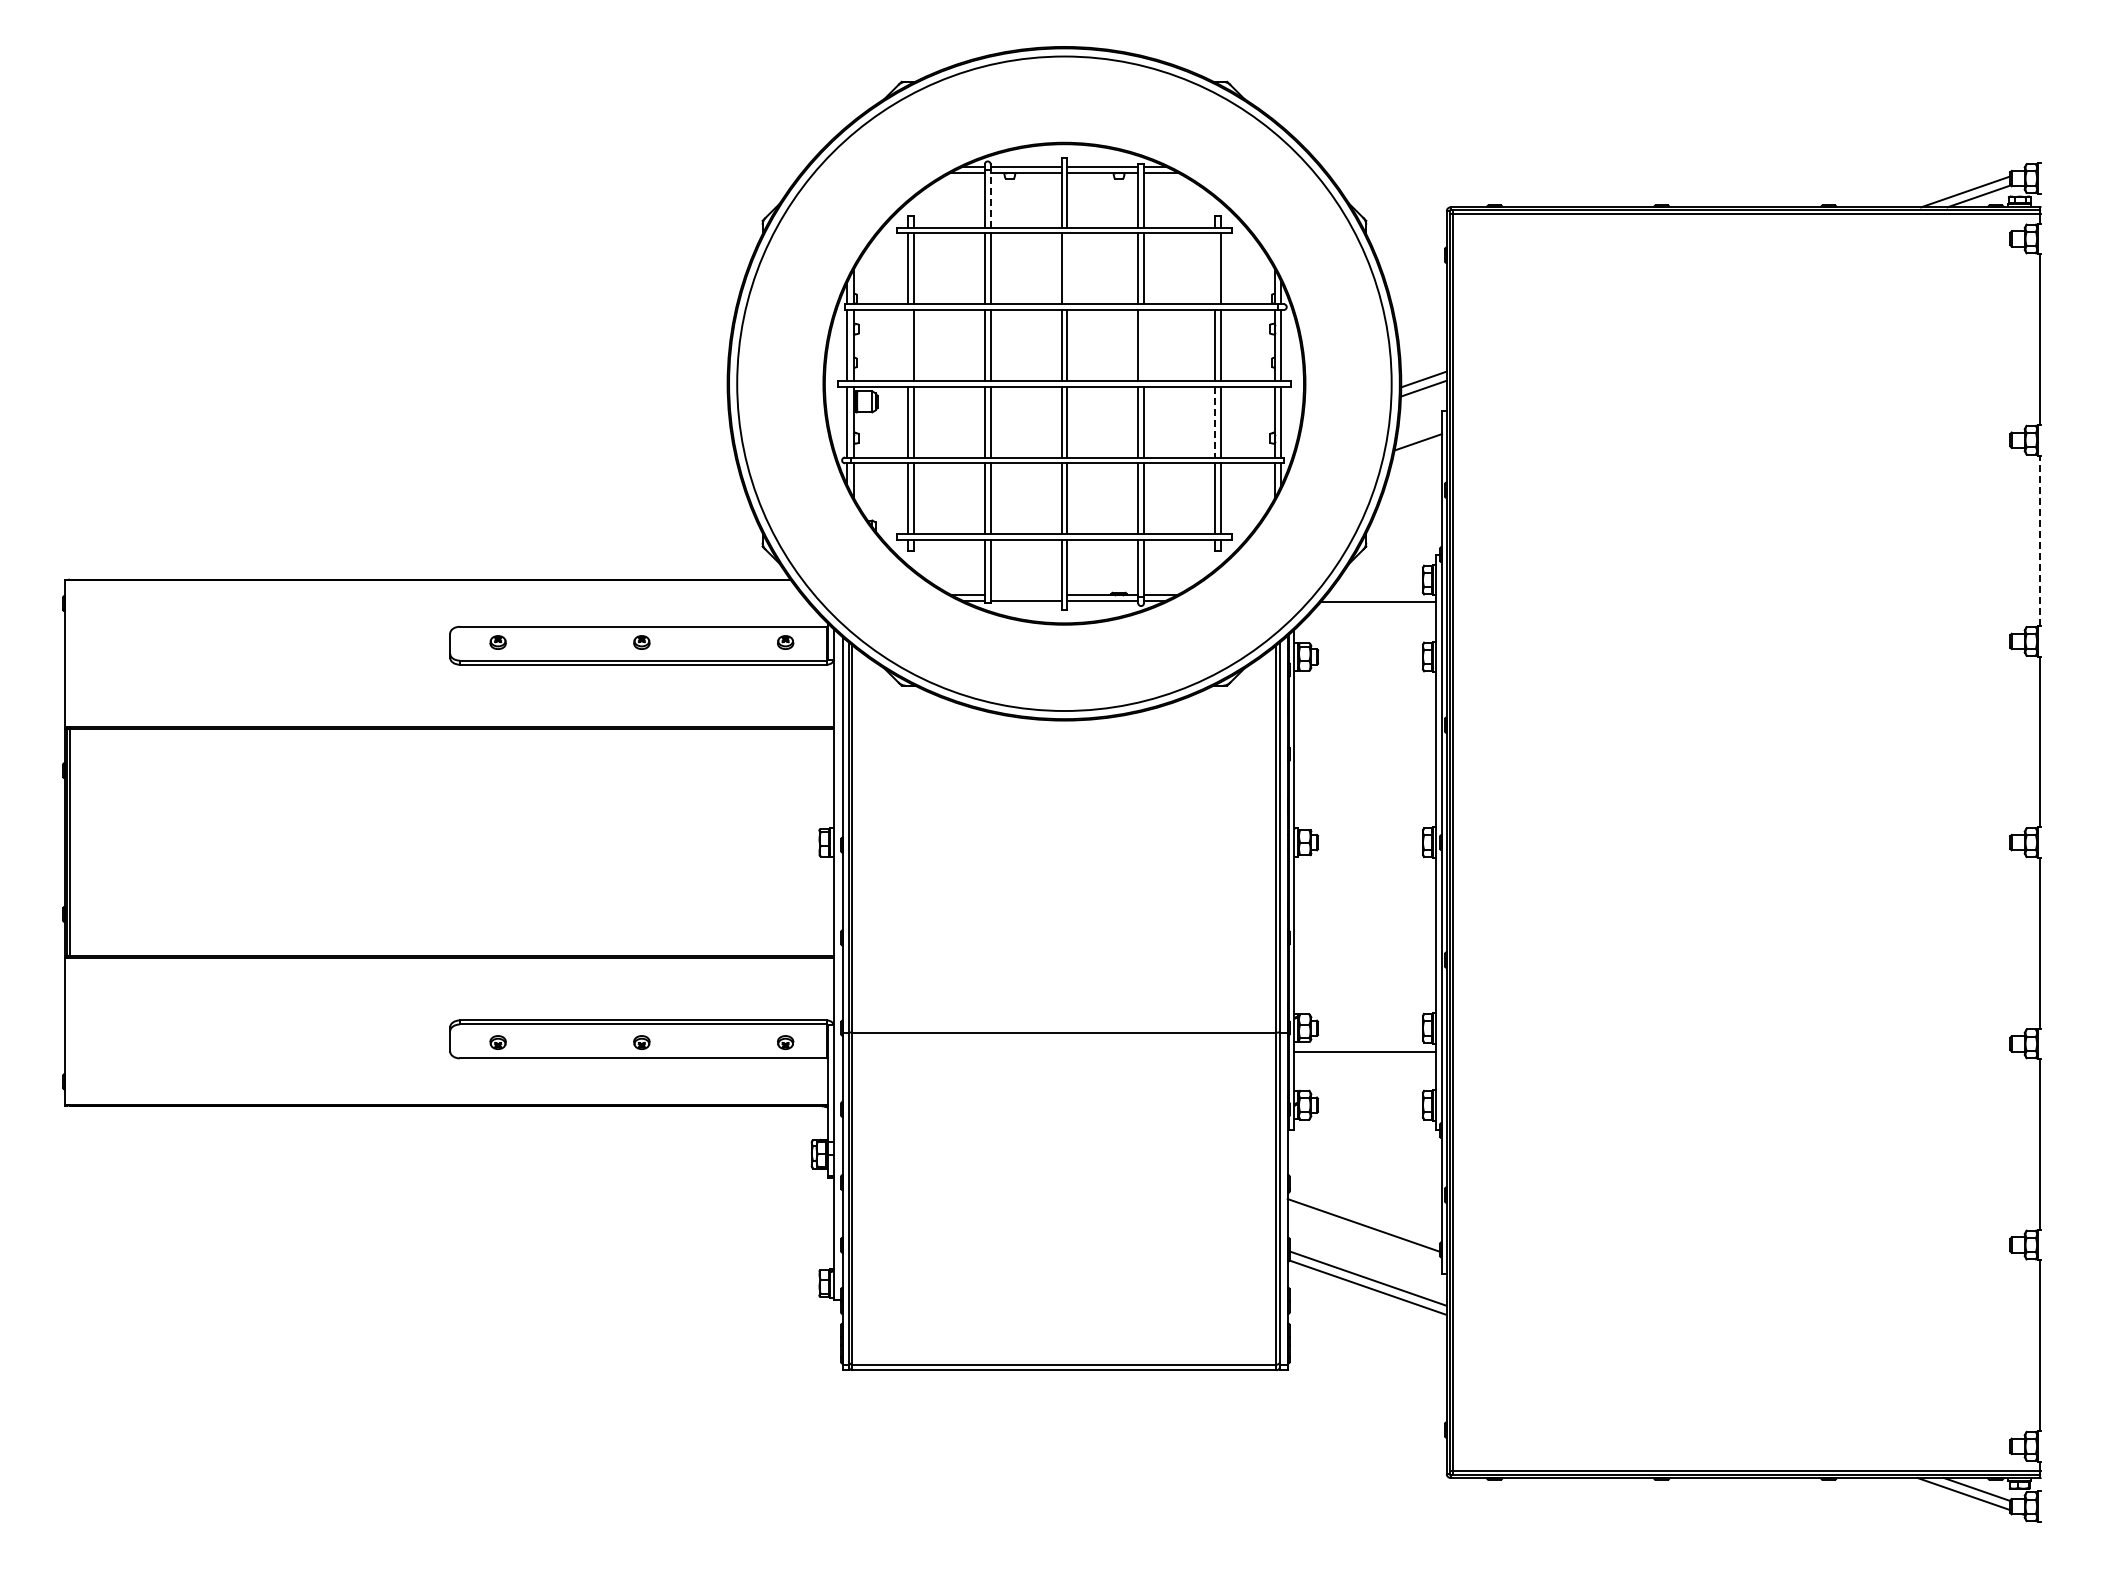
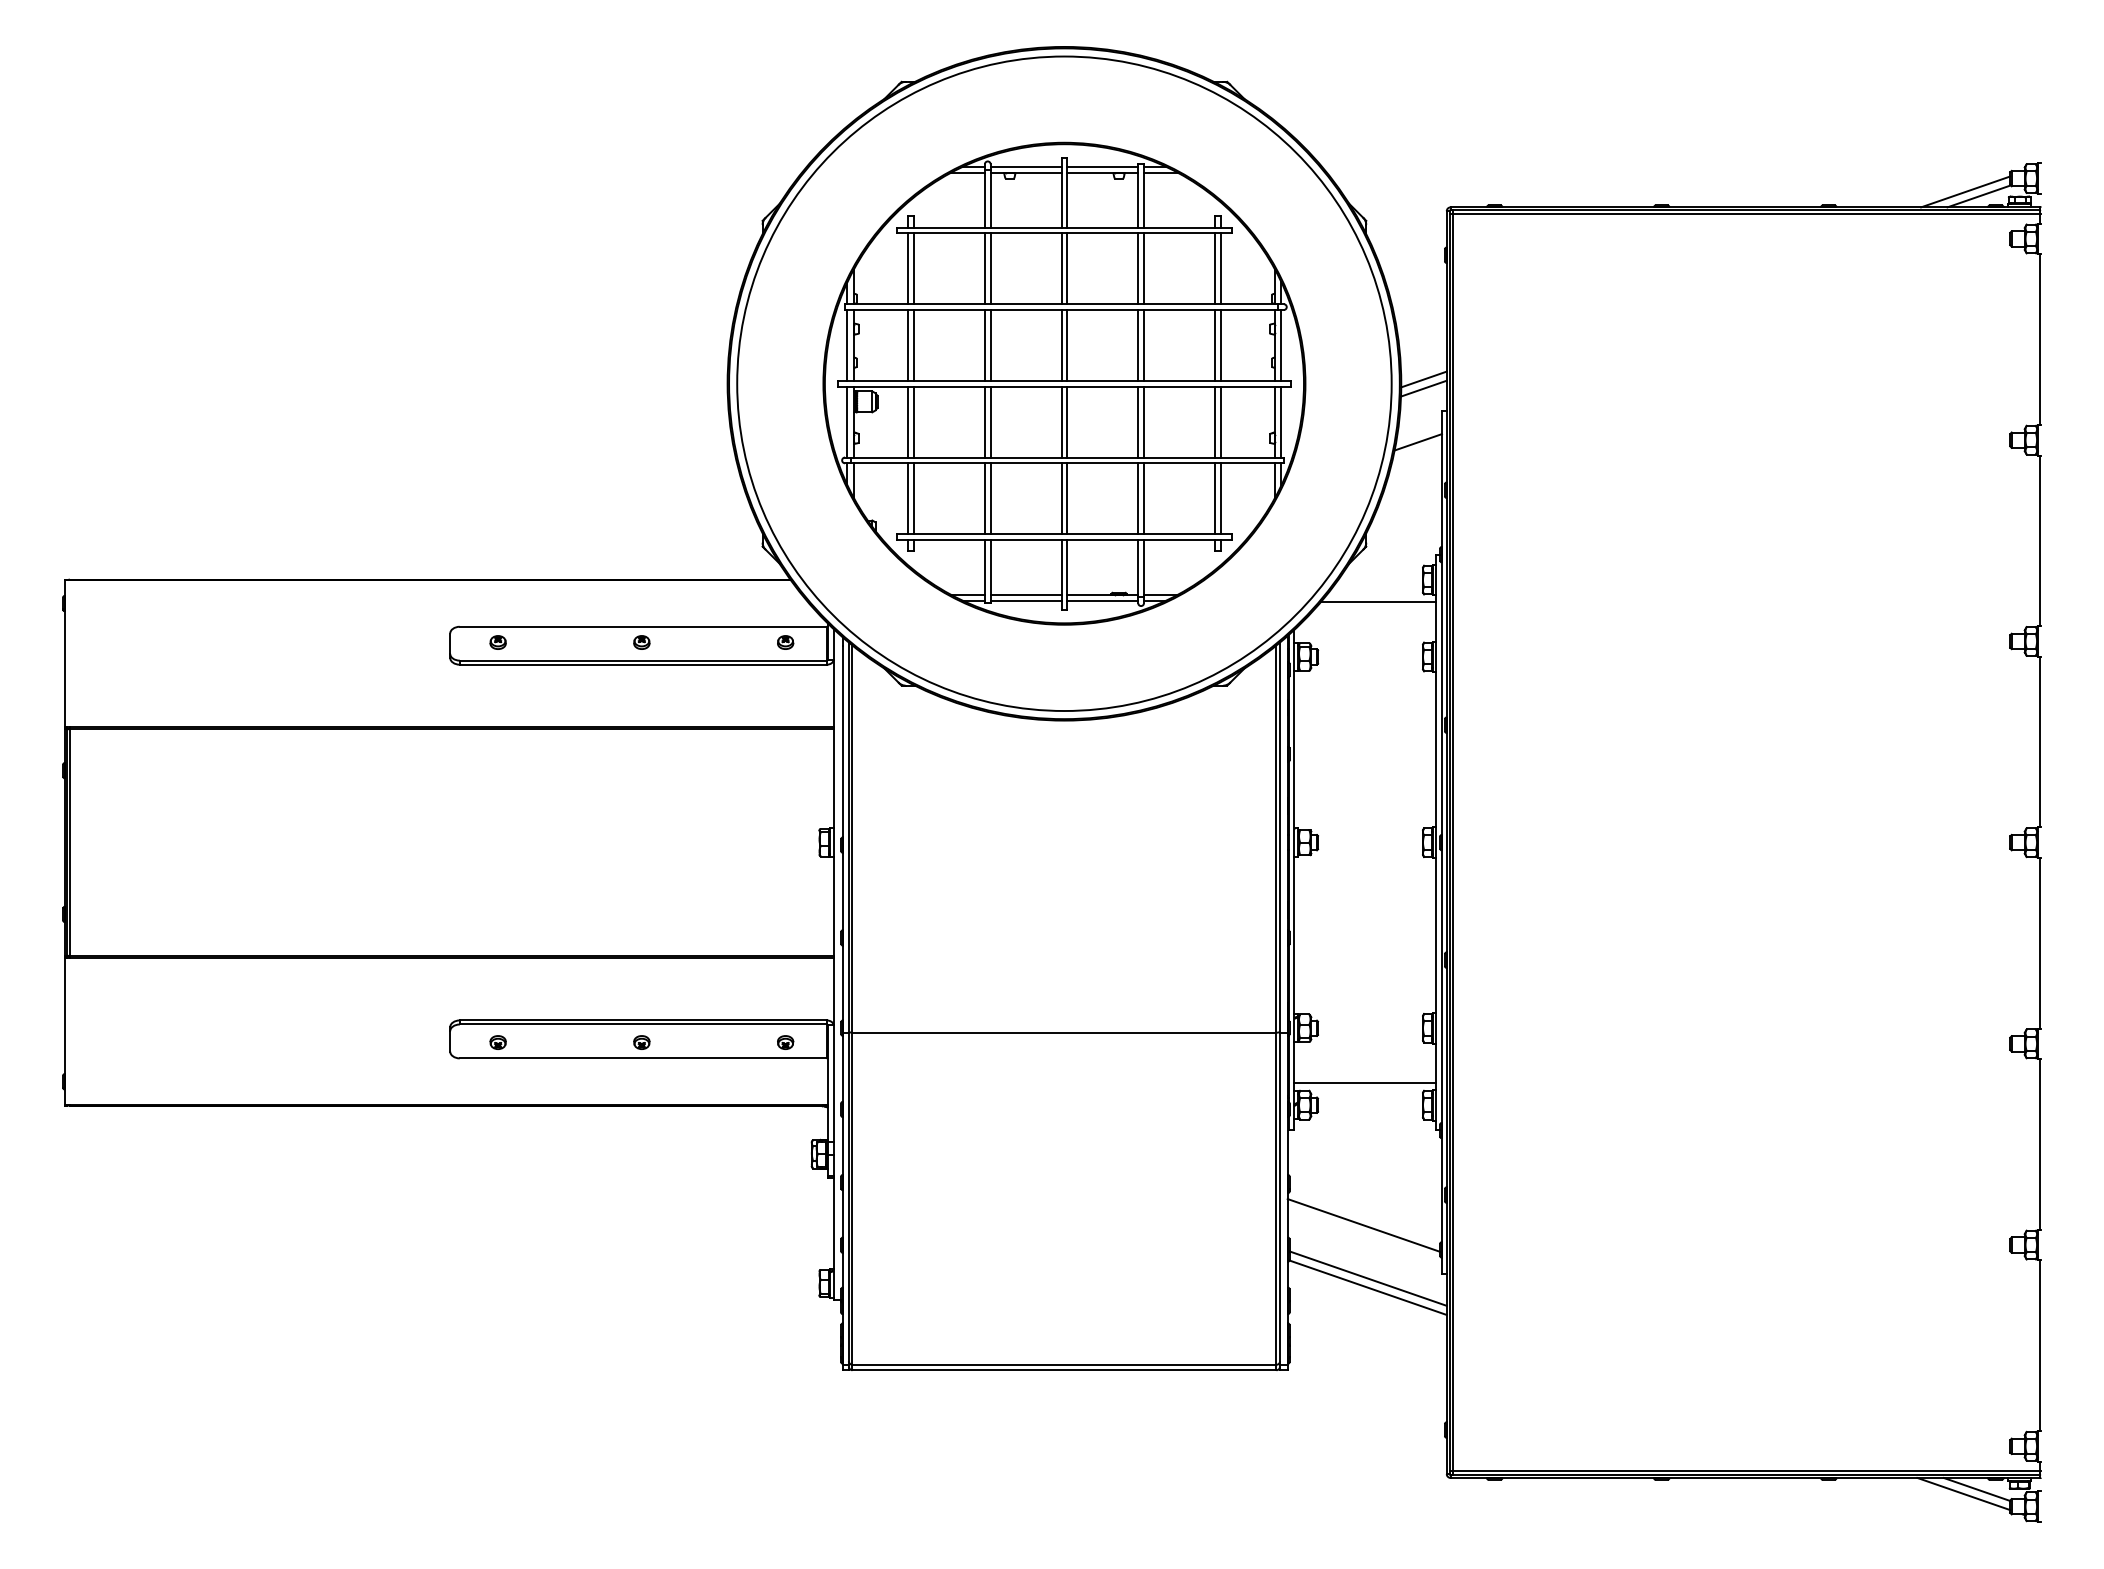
line at (990, 198): dashed -> solid
line at (1067, 268): none -> present
line at (1214, 268): none -> present
line at (908, 344): none -> present
line at (1143, 344): none -> present
line at (1214, 422): dashed -> solid
line at (2039, 540): dashed -> solid
line at (1025, 594): none -> present
line at (1365, 1052) position: (1365, 1052) -> (1365, 1083)
